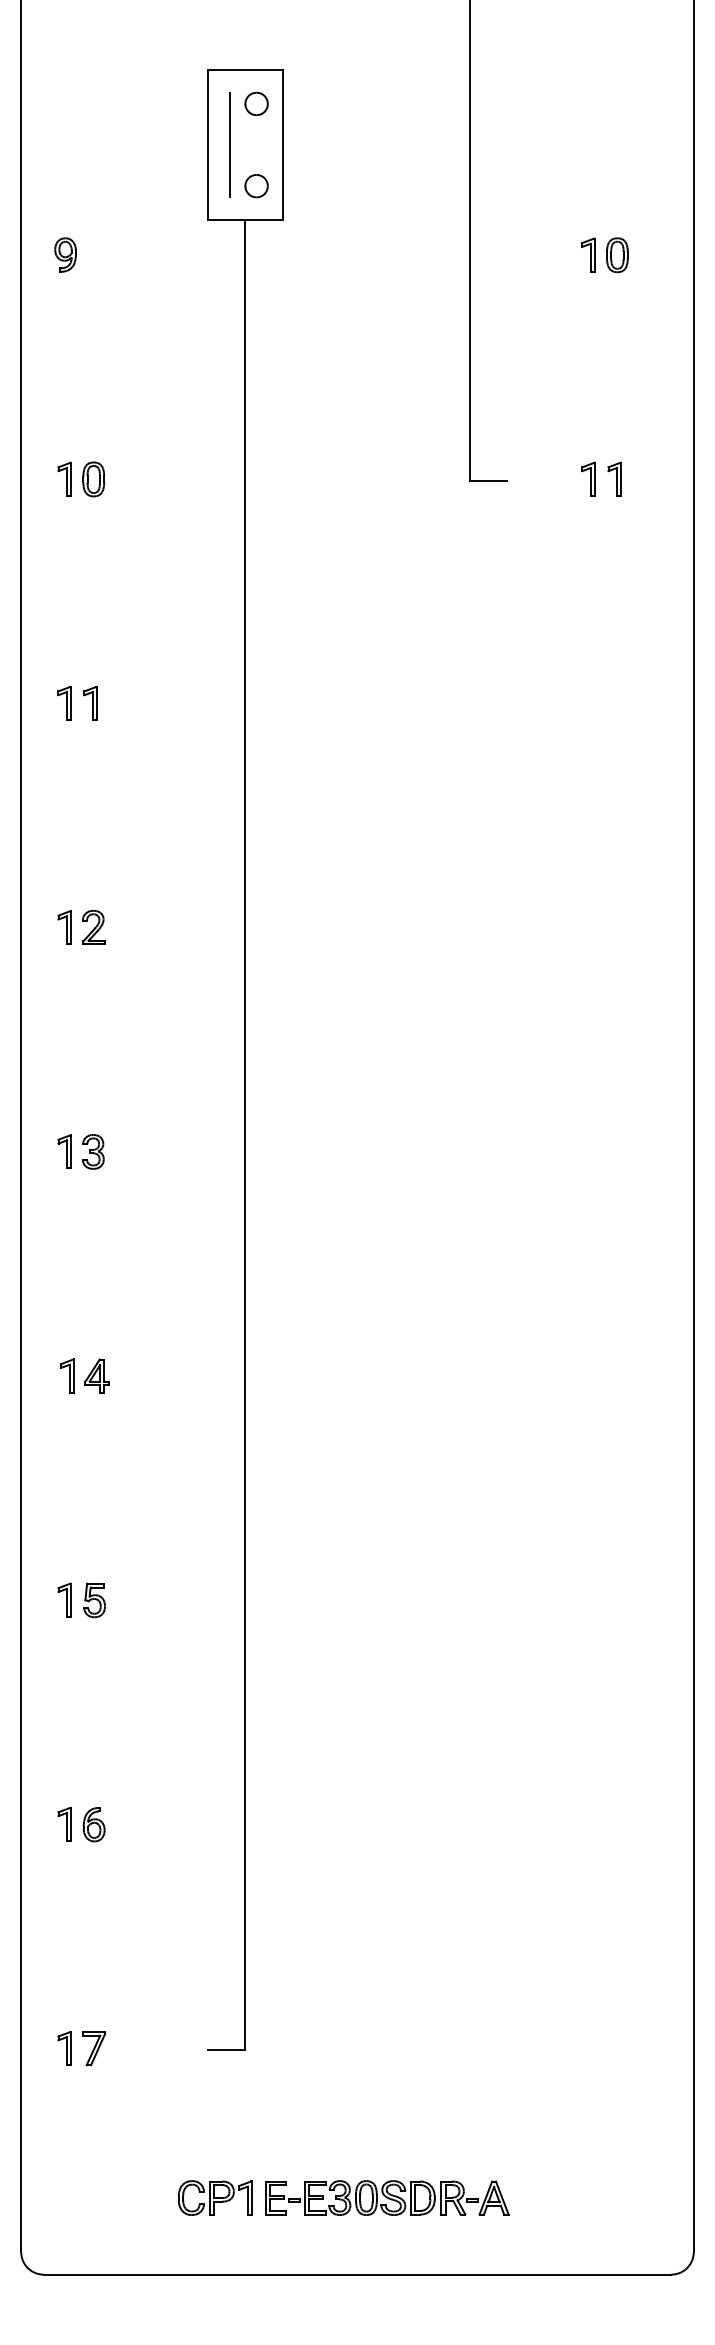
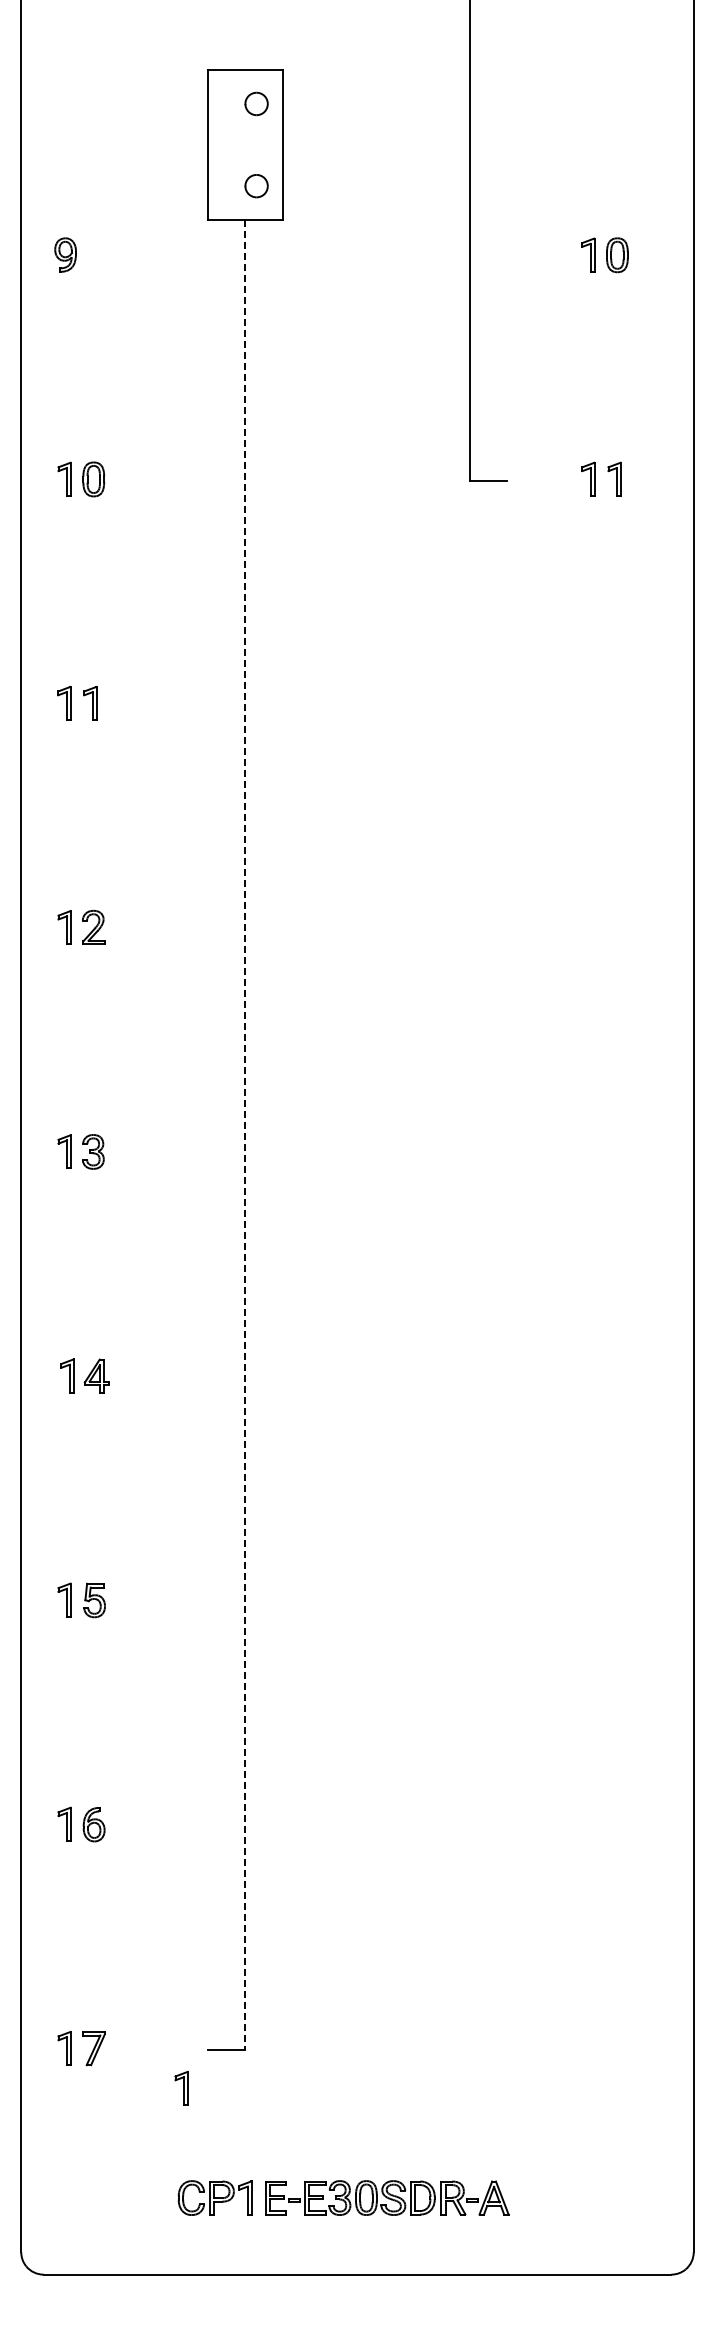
line at (230, 144): present -> none
line at (245, 1135): solid -> dashed
part at (181, 2088): none -> present
